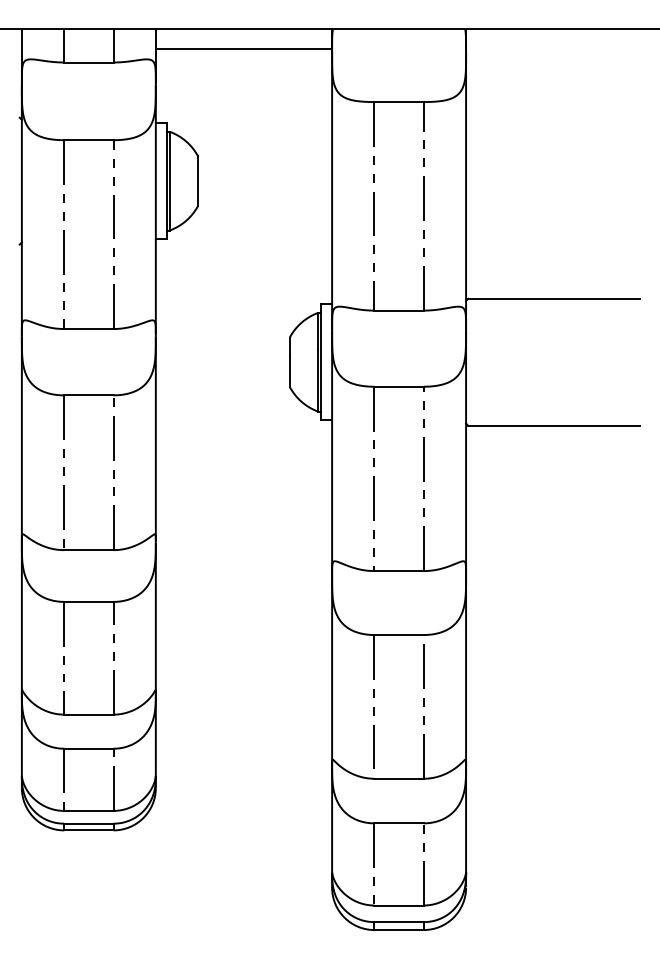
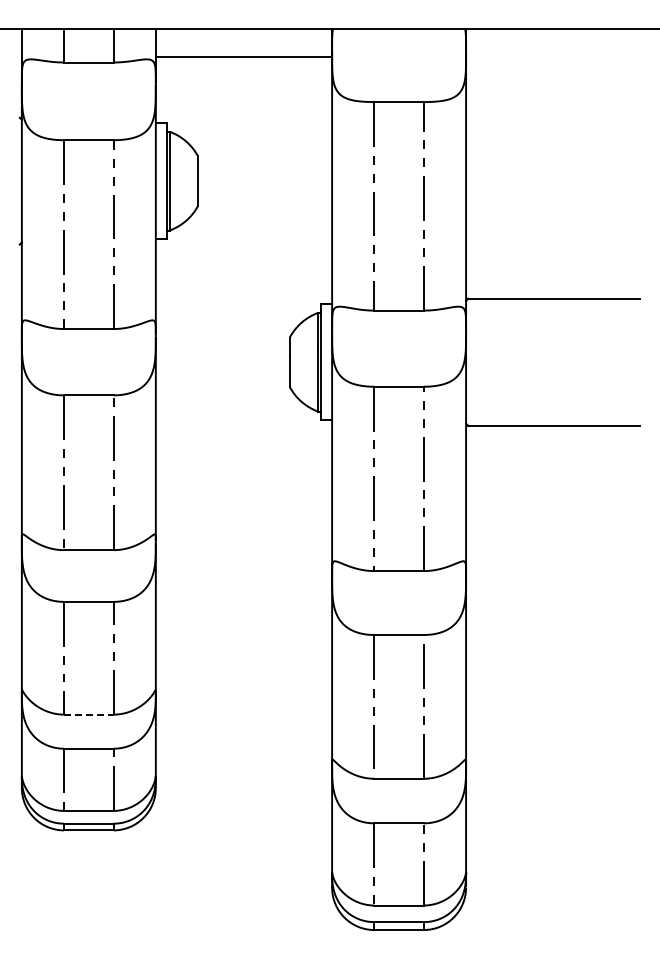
line at (243, 48) position: (243, 48) -> (243, 56)
line at (88, 714): solid -> dashed
